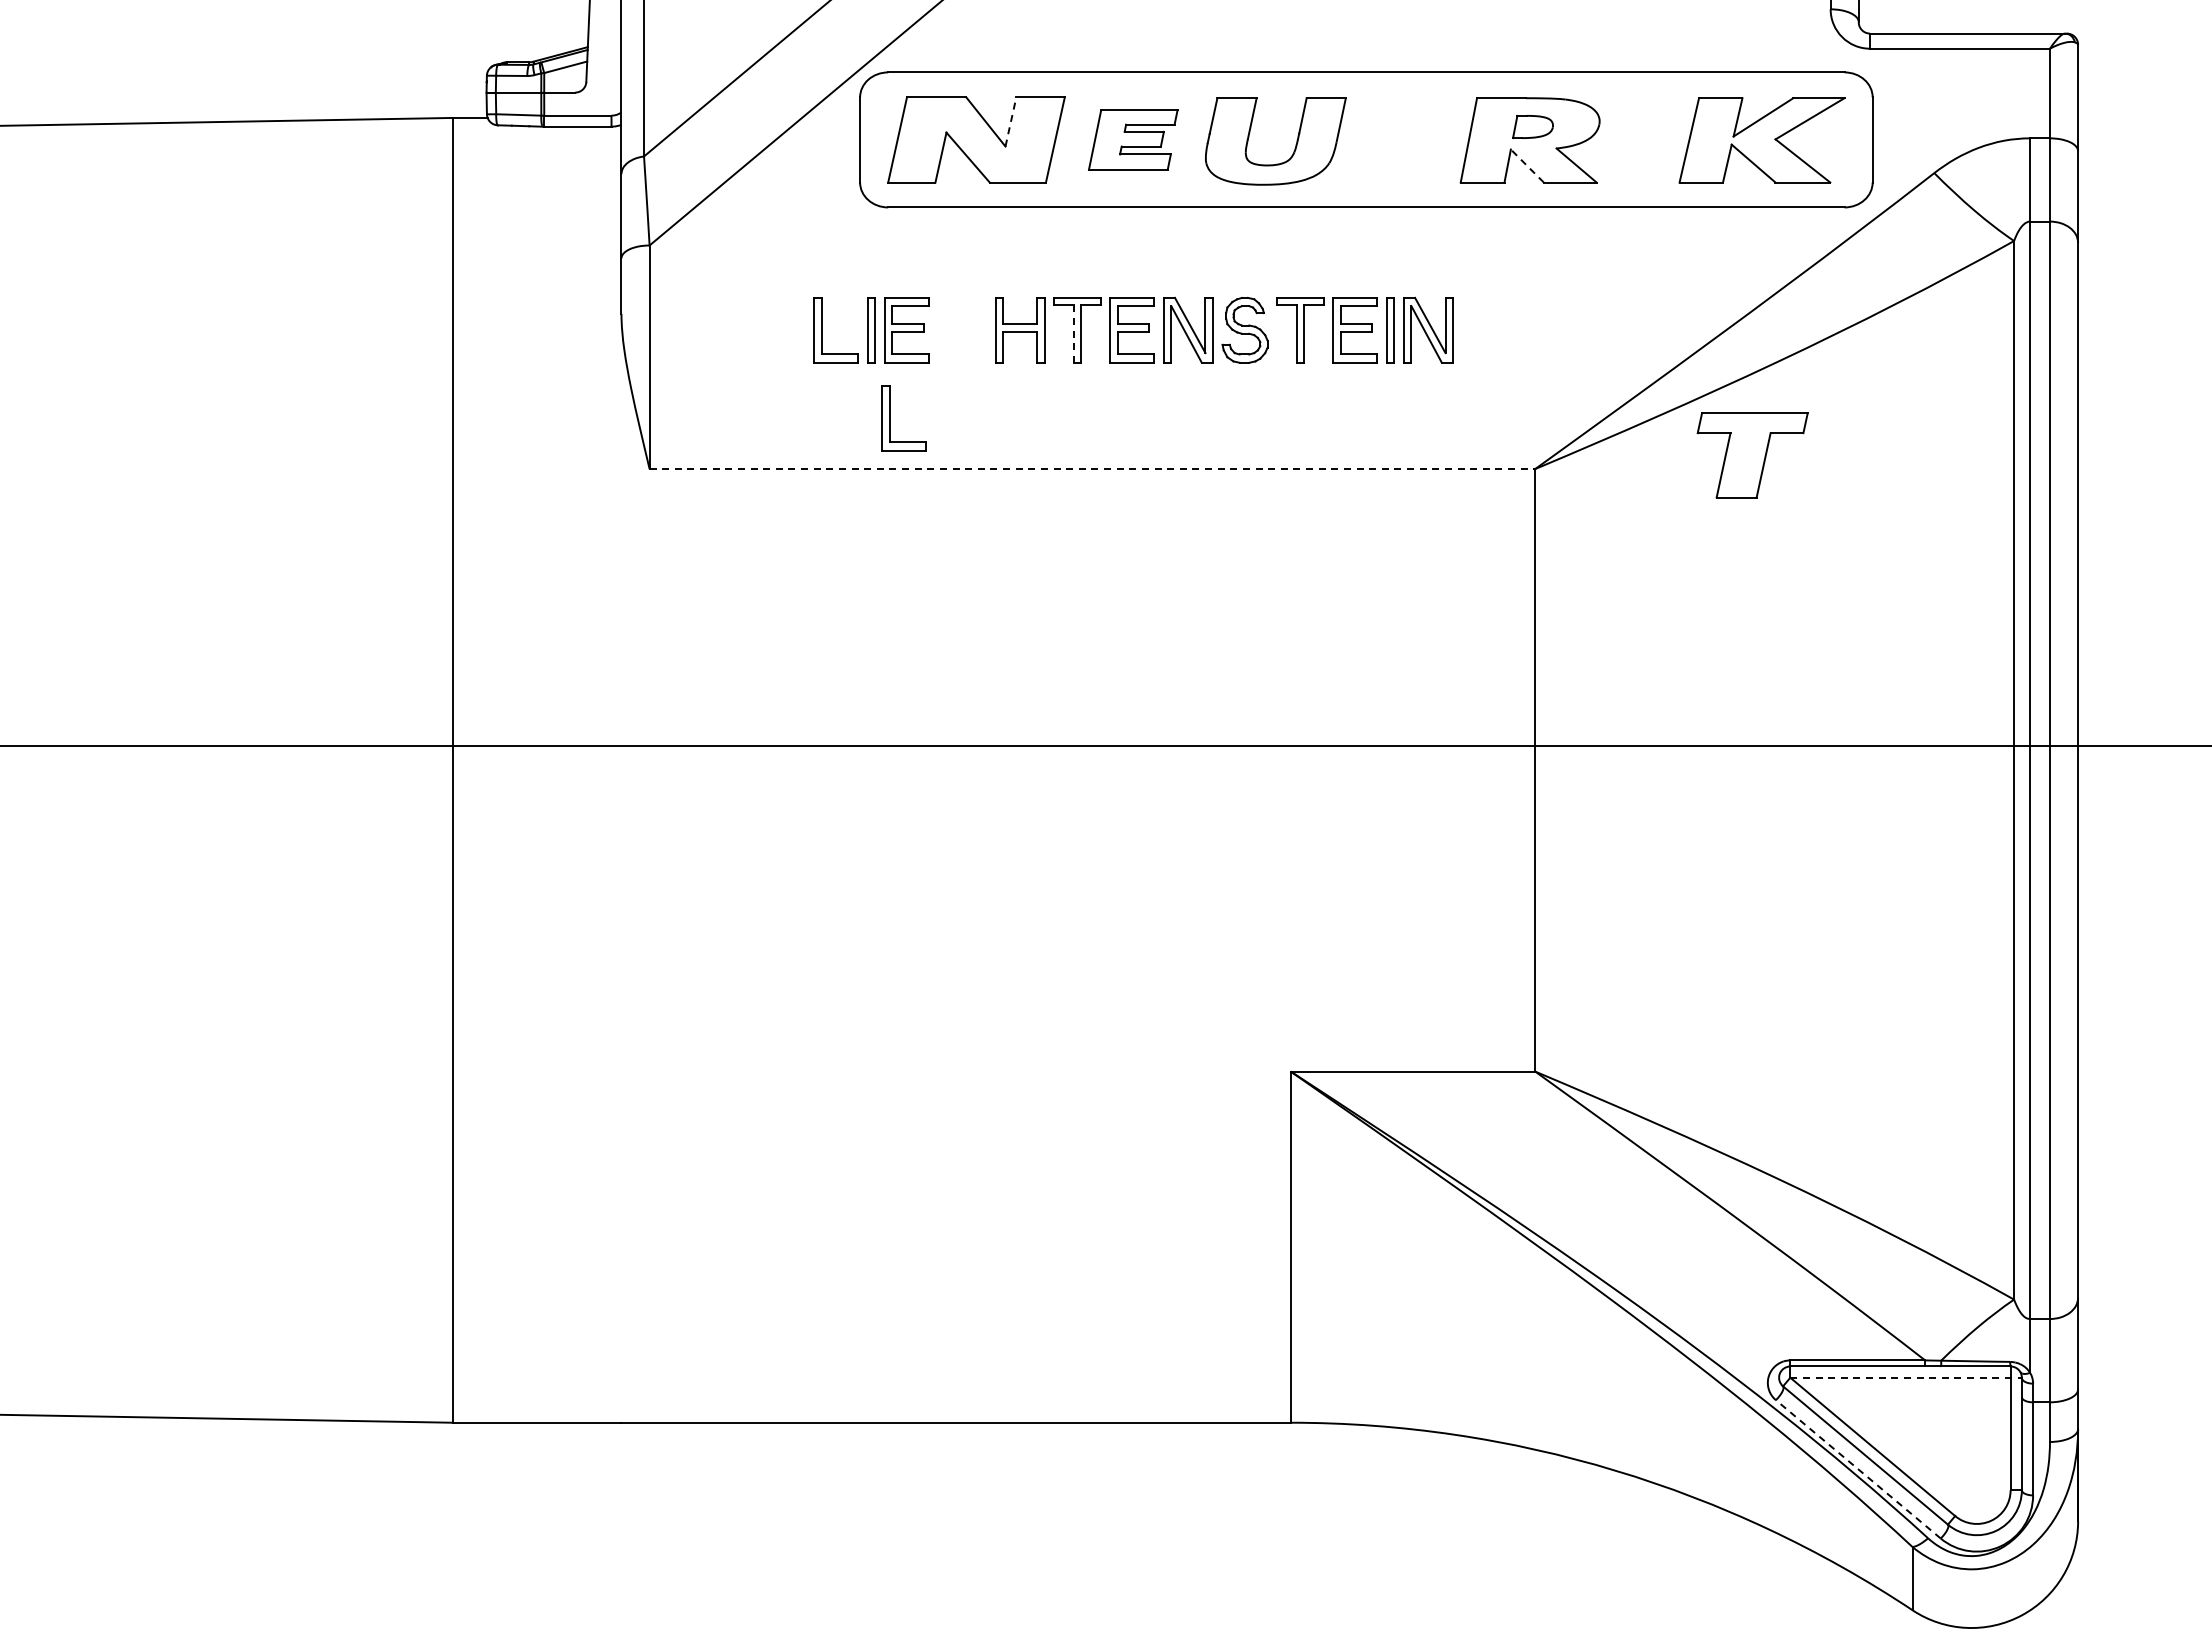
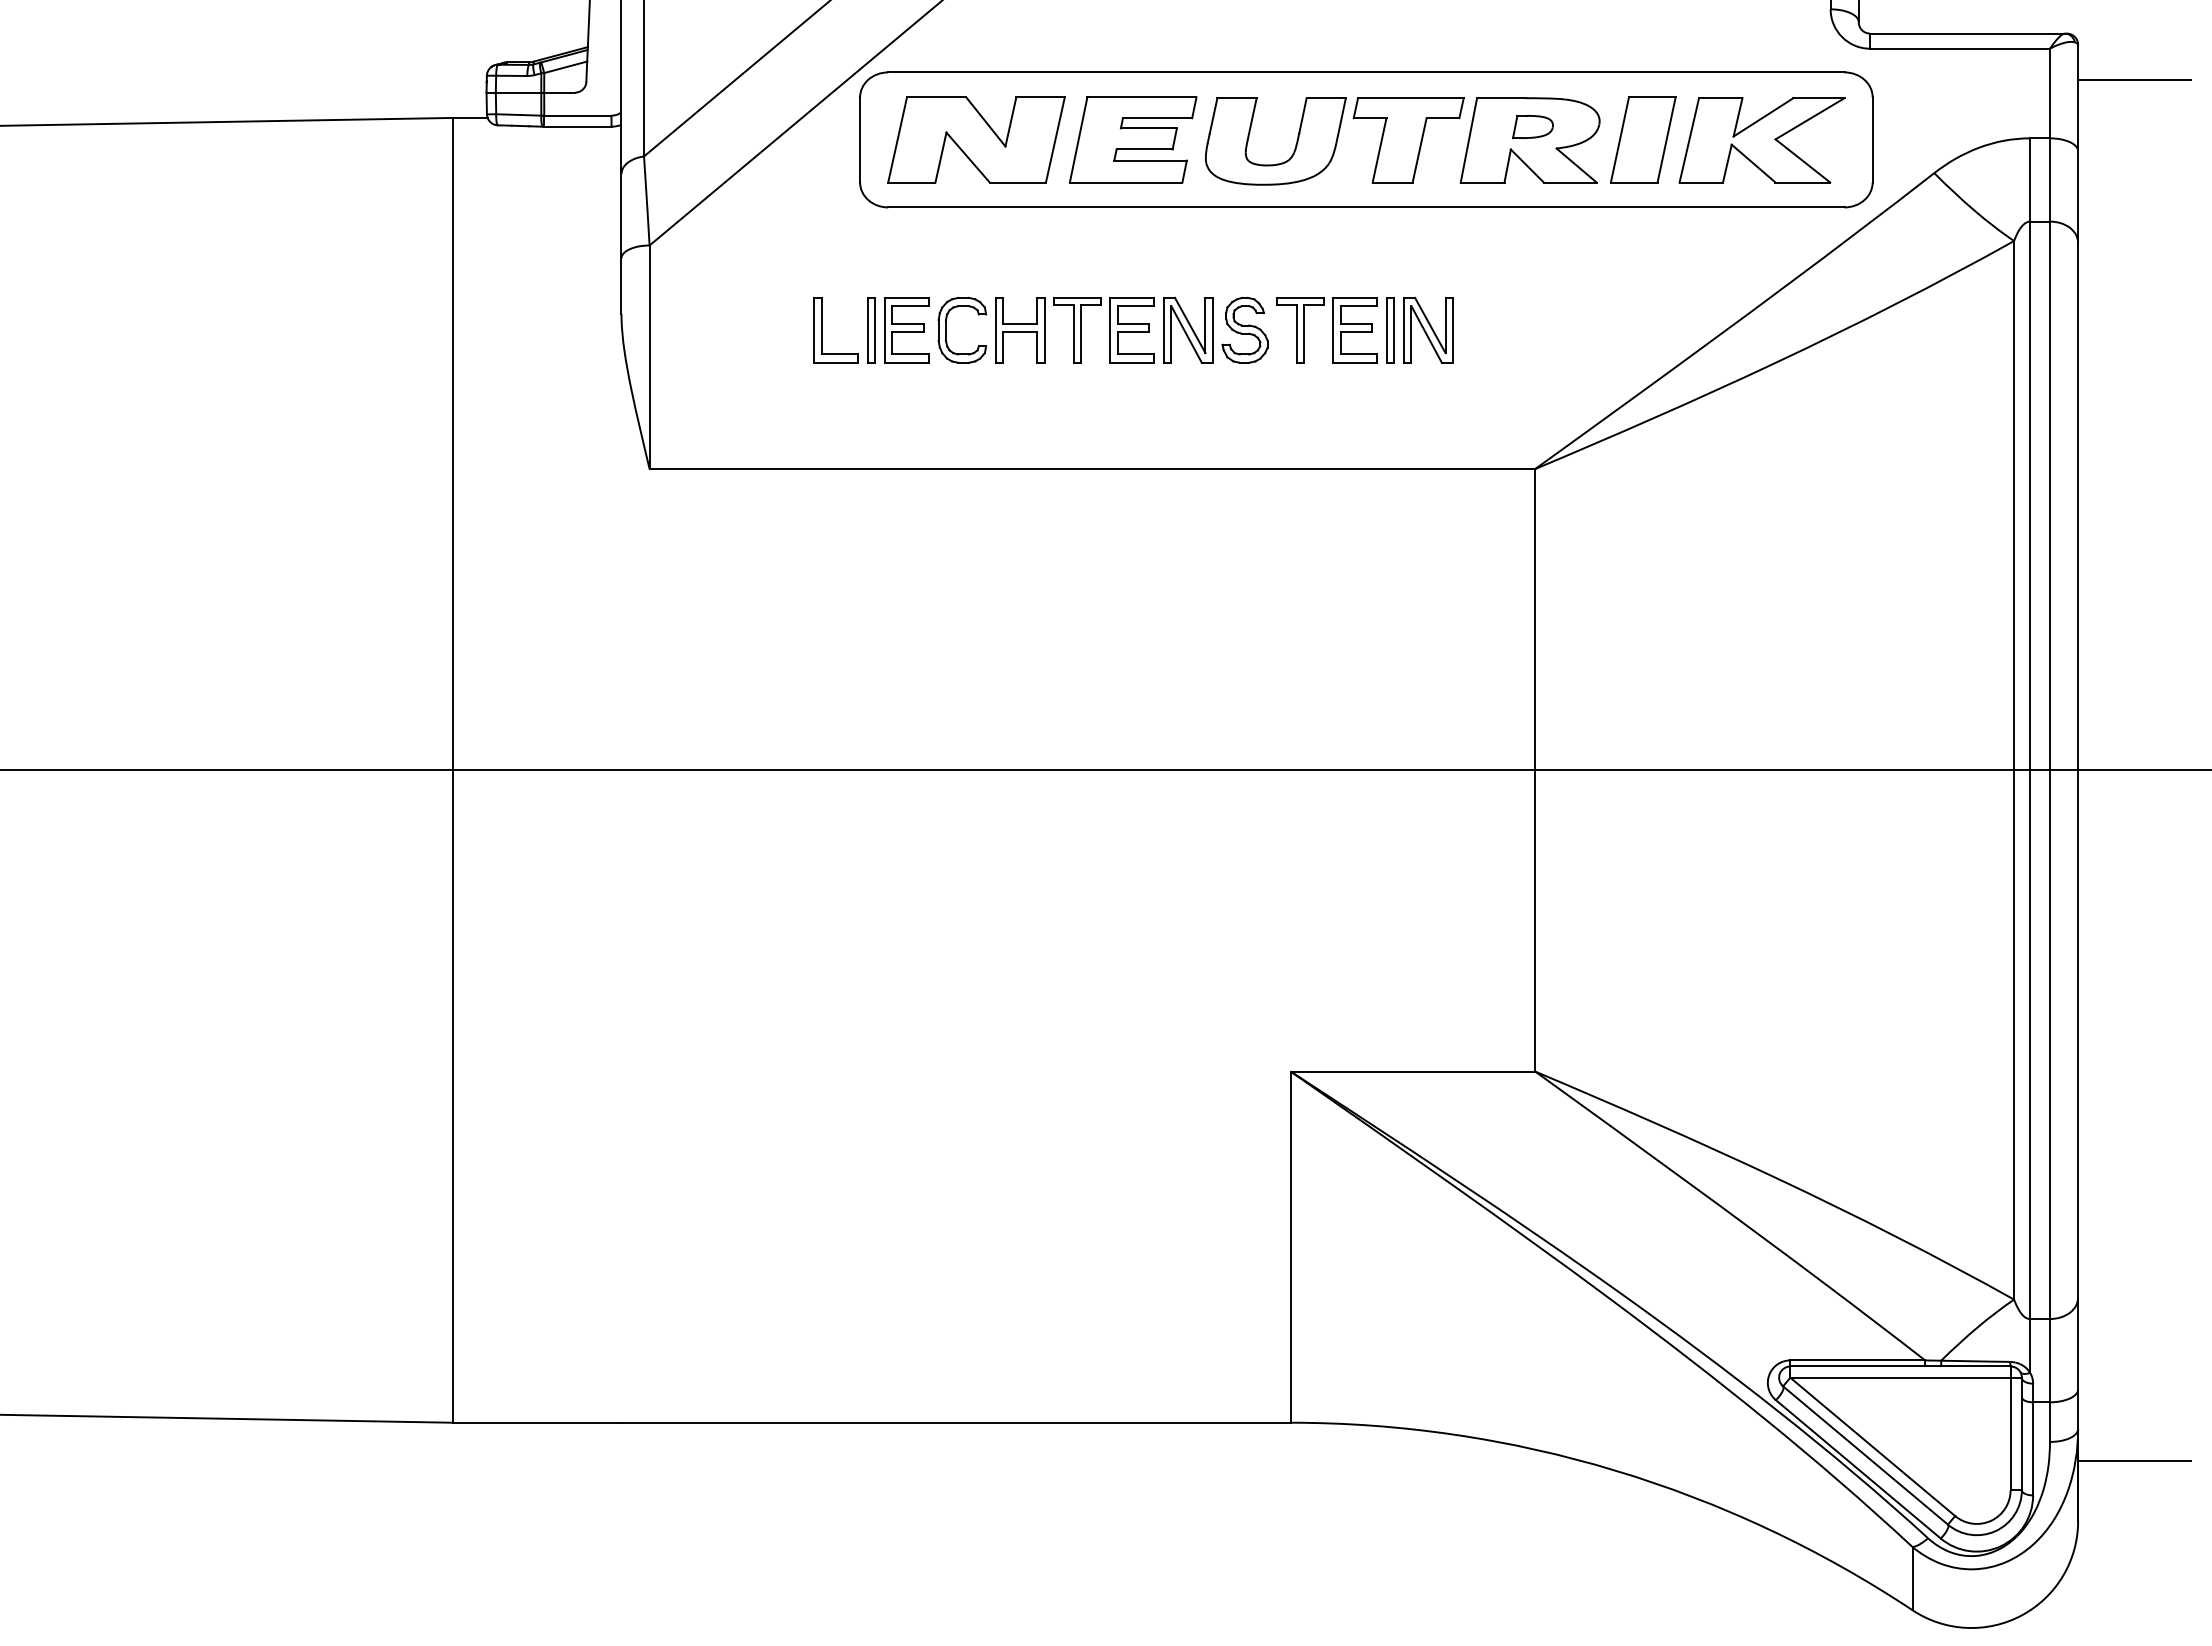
line at (2134, 79): none -> present
line at (1011, 121): dashed -> solid
part at (1133, 139) size: 91x62 px -> 129x88 px
part at (1643, 139): none -> present
line at (1527, 165): dashed -> solid
part at (946, 329): none -> present
line at (1073, 333): dashed -> solid
part at (890, 418): present -> none
part at (1752, 455) position: (1752, 455) -> (1408, 140)
line at (1092, 469): dashed -> solid
line at (1105, 746) position: (1105, 746) -> (1105, 770)
line at (1906, 1377): dashed -> solid
line at (2134, 1460): none -> present
line at (1858, 1469): dashed -> solid
